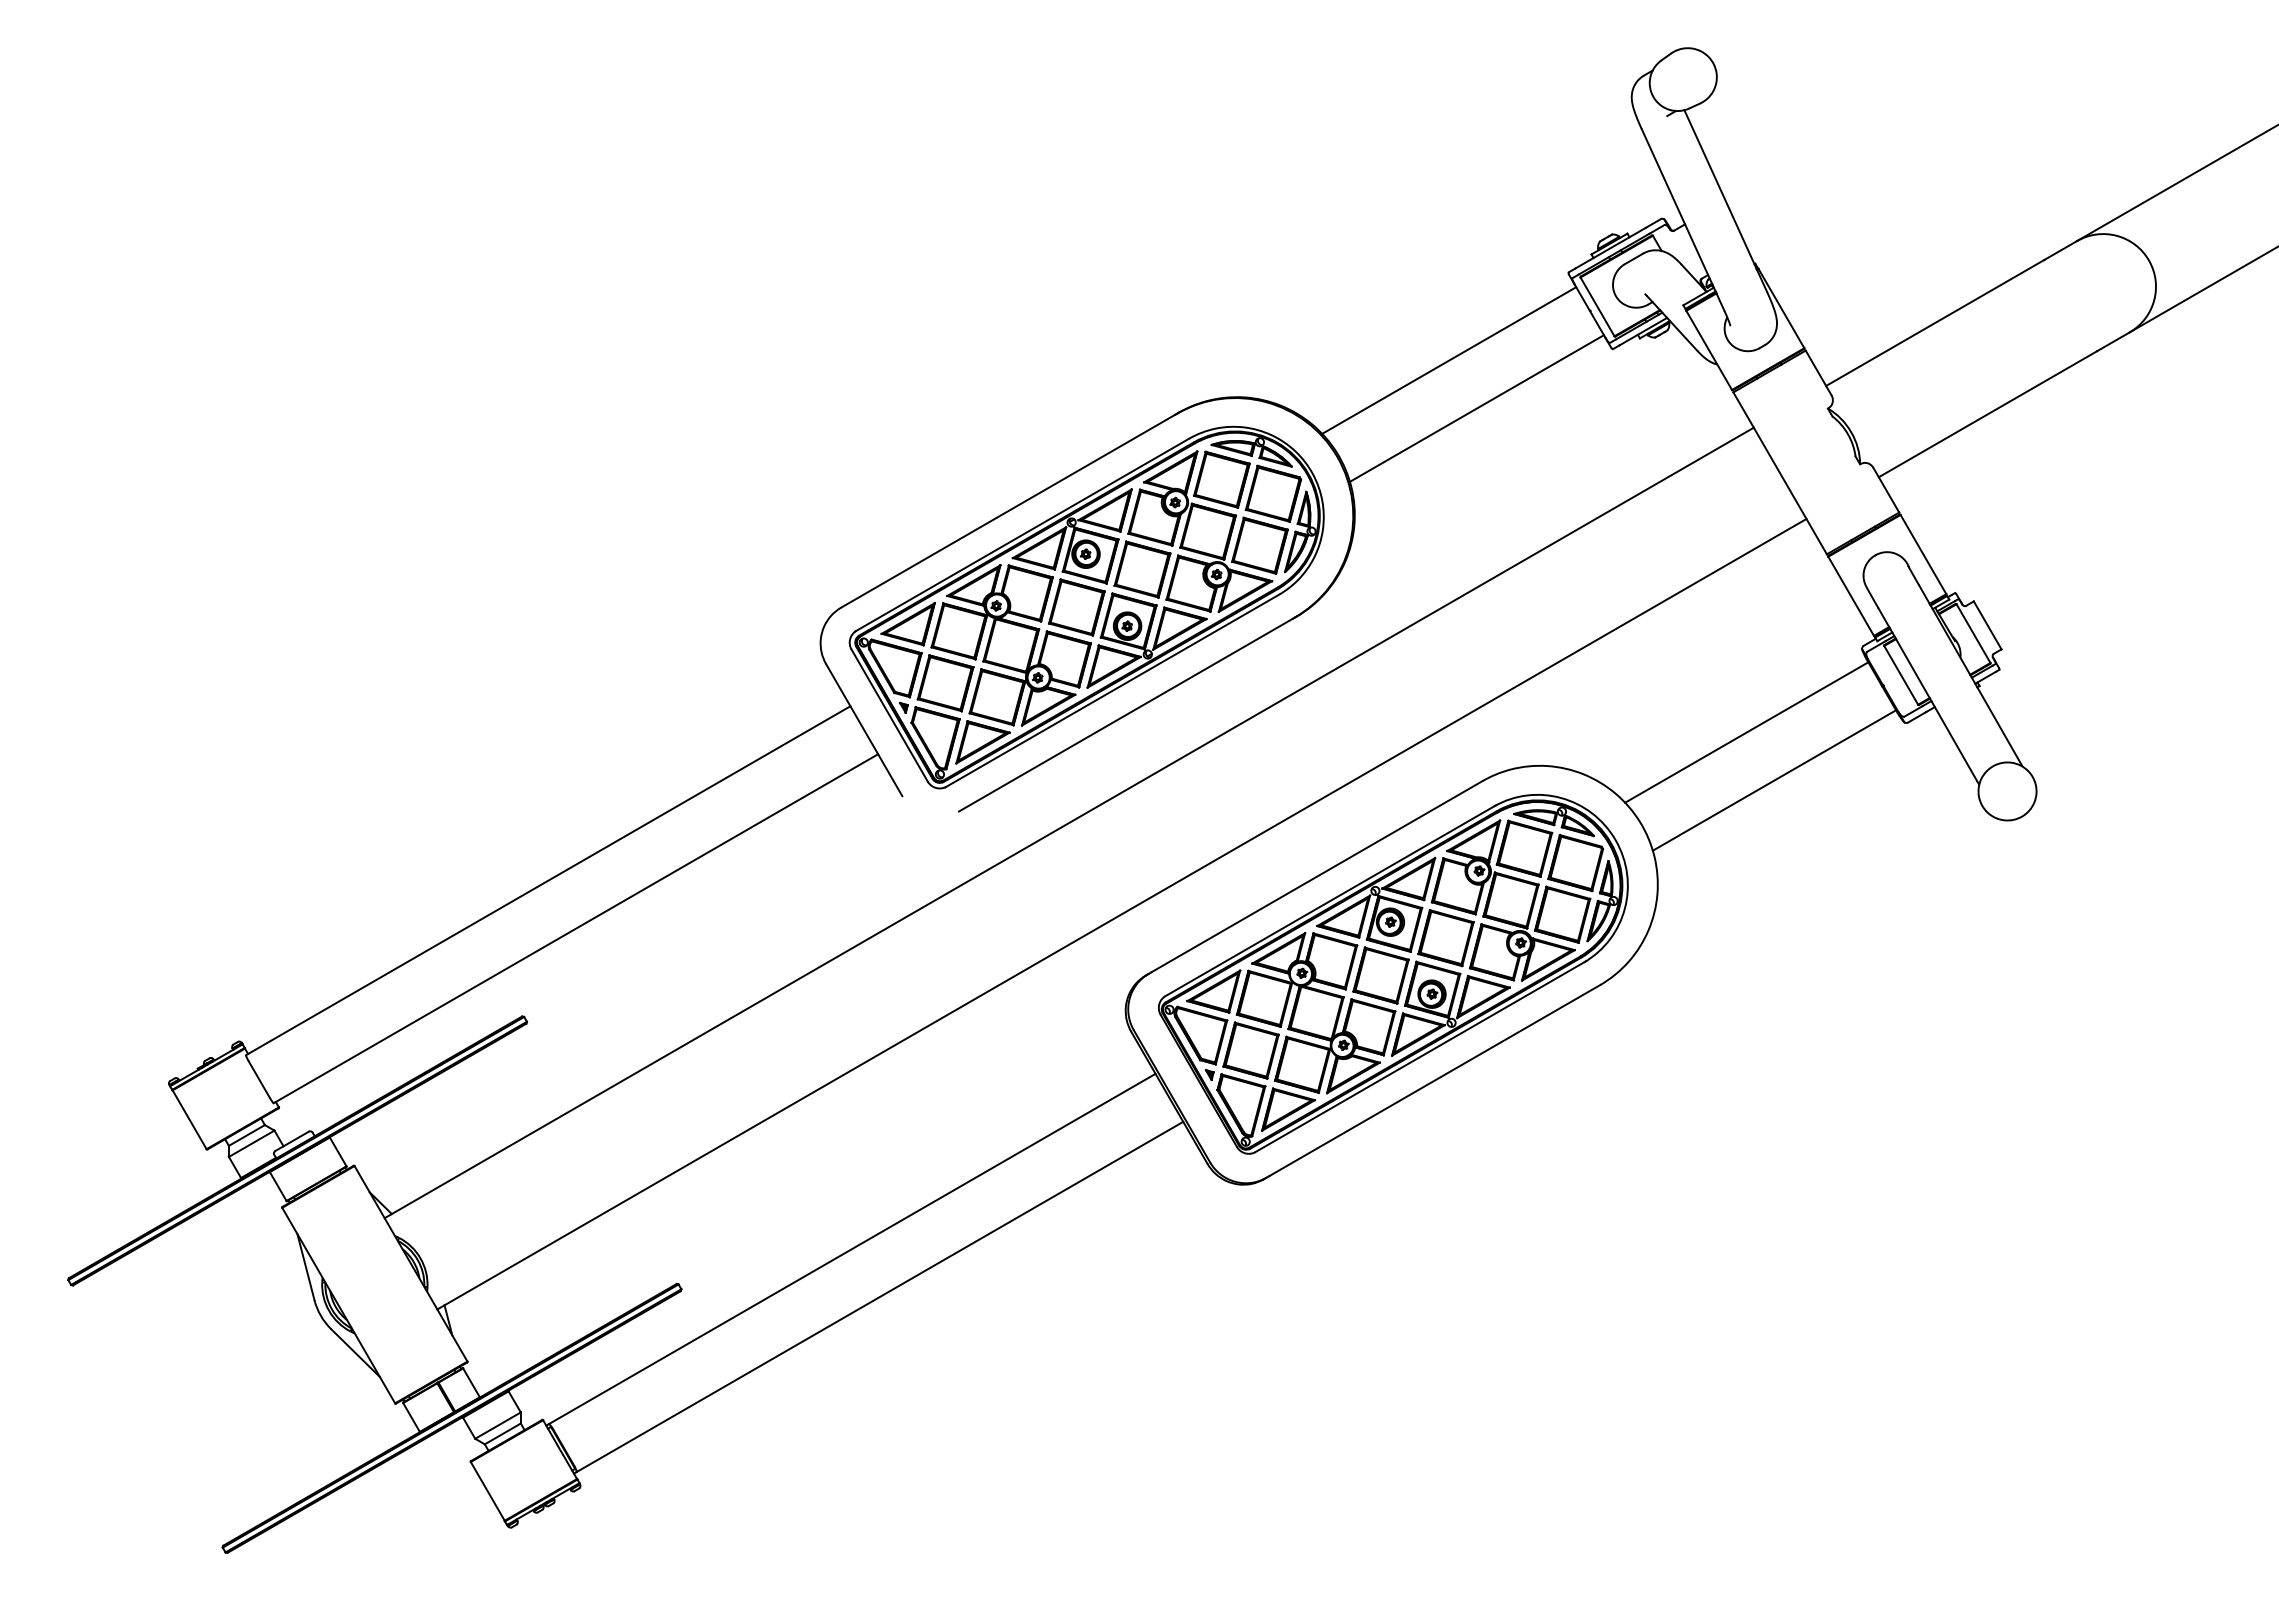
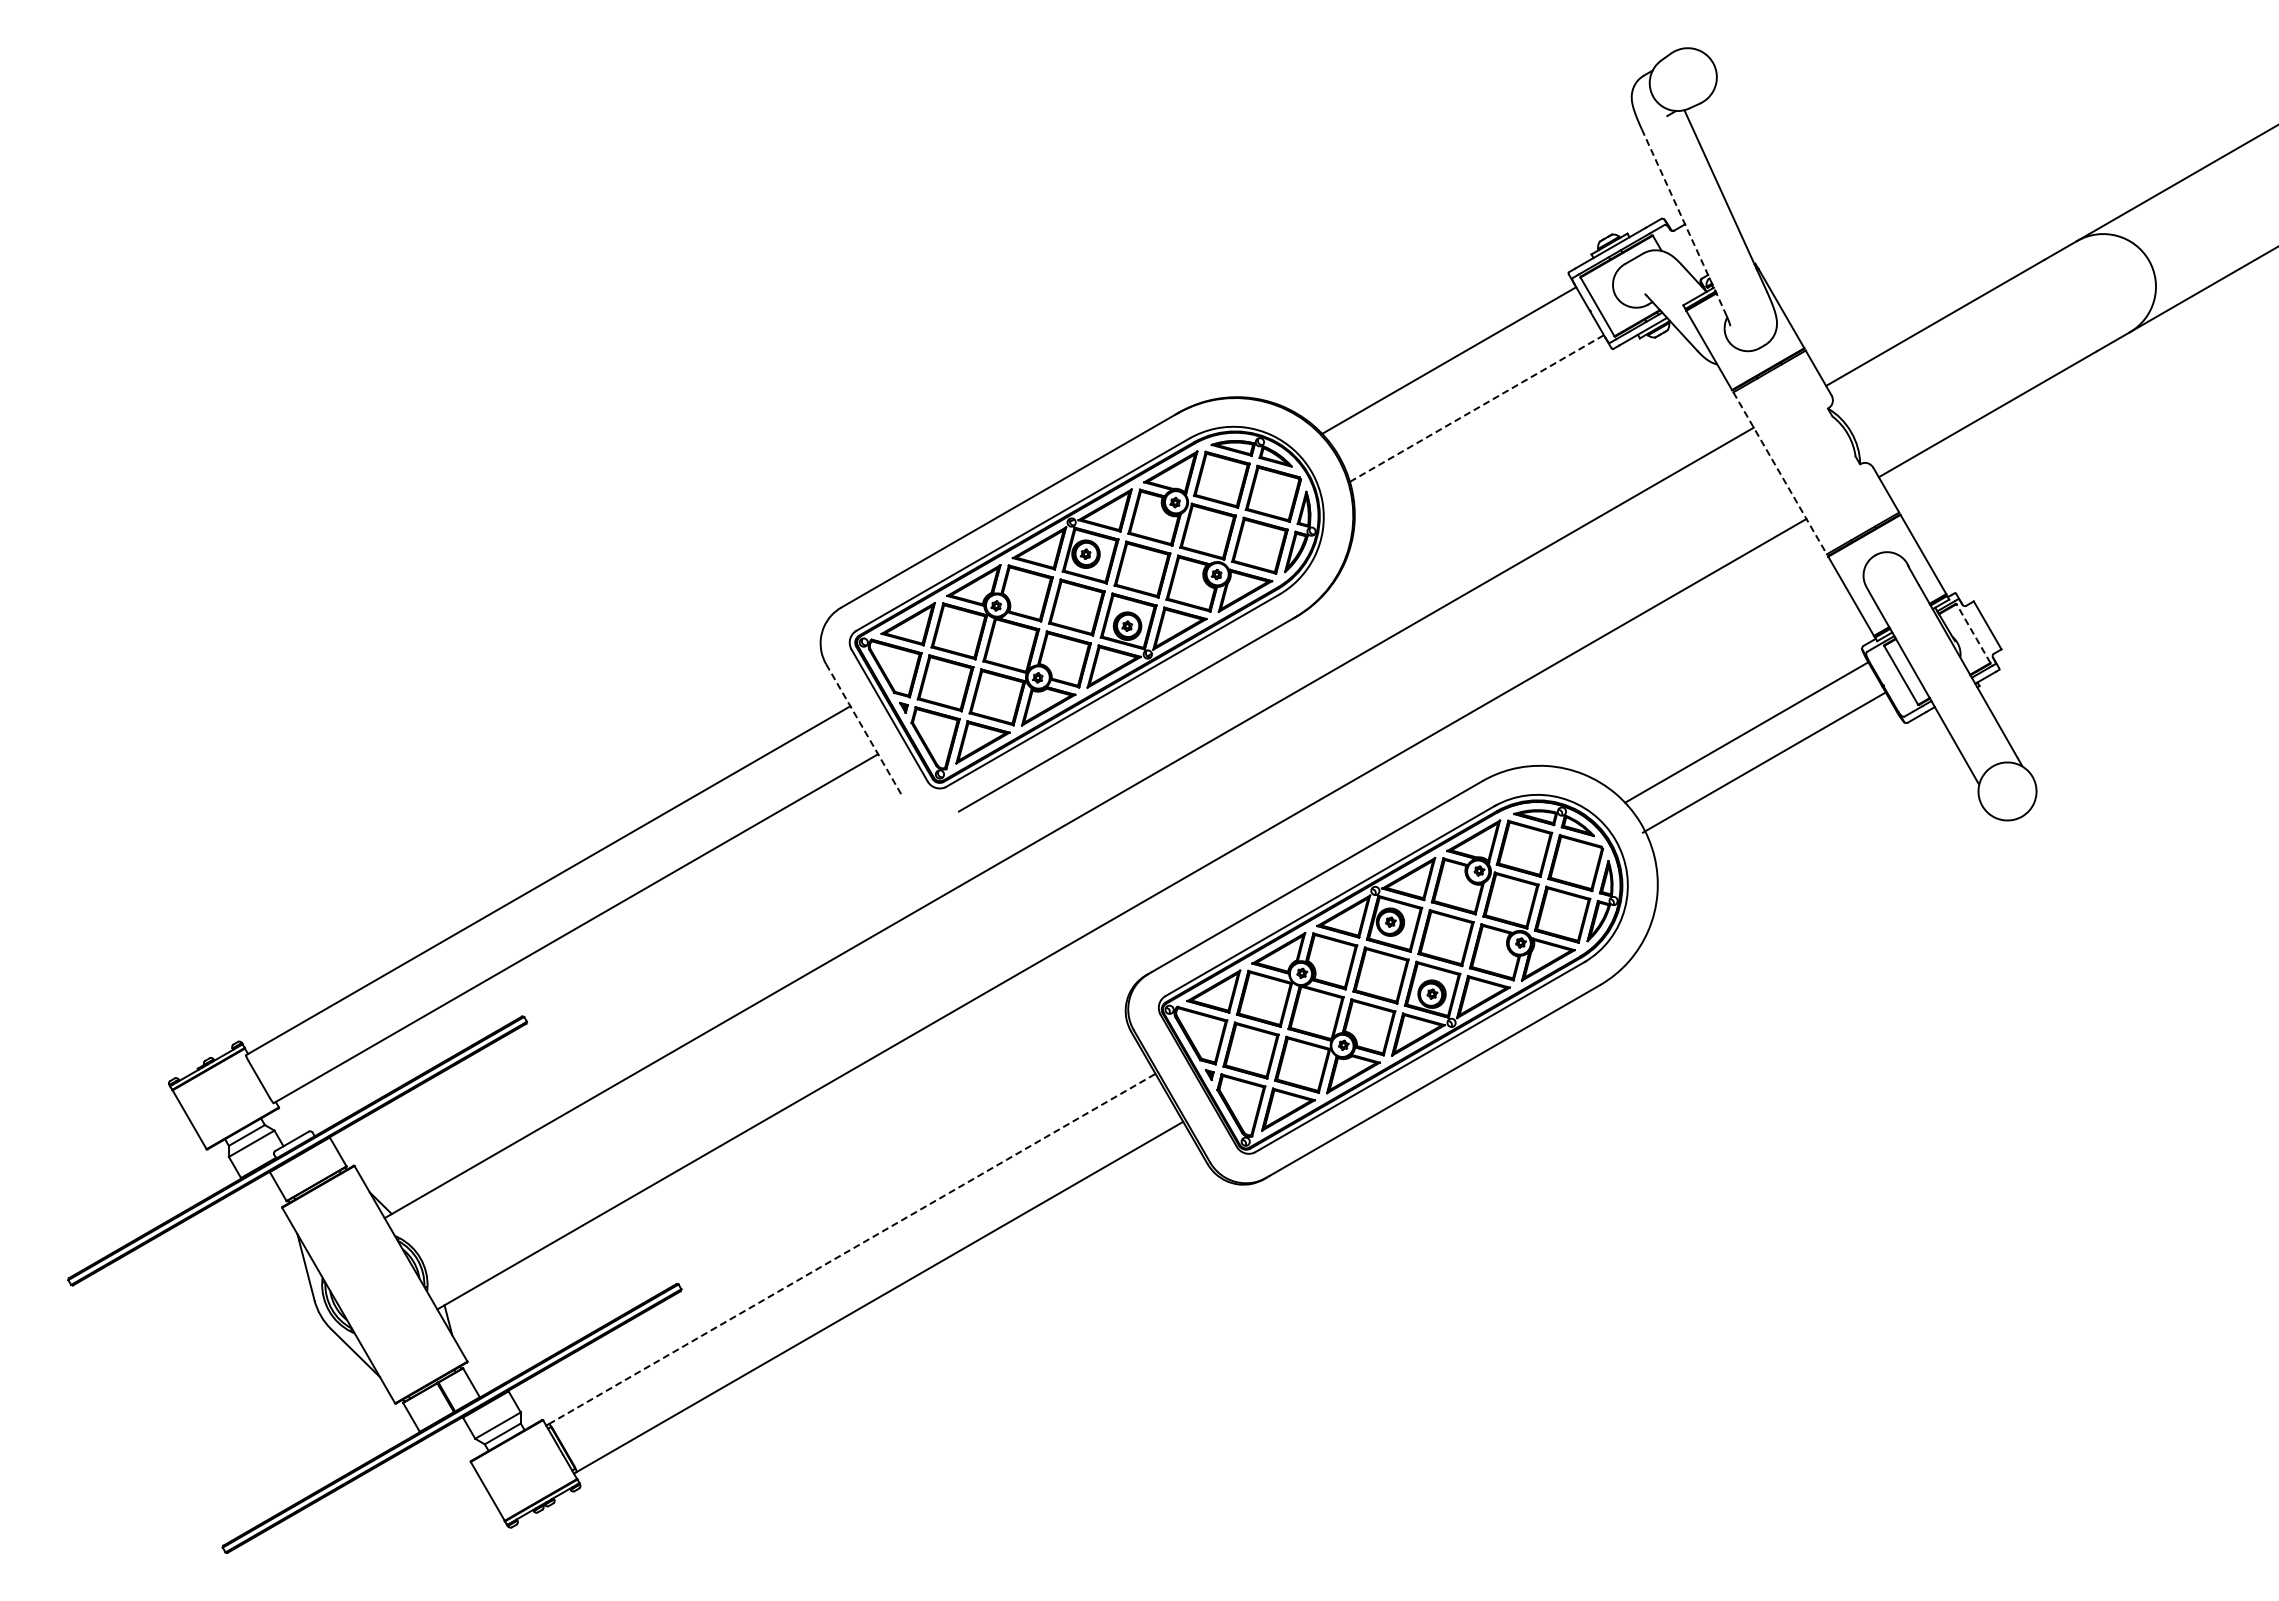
line at (1683, 220): solid -> dashed
line at (1476, 408): solid -> dashed
line at (1780, 473): solid -> dashed
line at (1973, 633): solid -> dashed
line at (864, 730): solid -> dashed
line at (1774, 780) position: (1774, 780) -> (1764, 762)
line at (852, 1248): solid -> dashed
